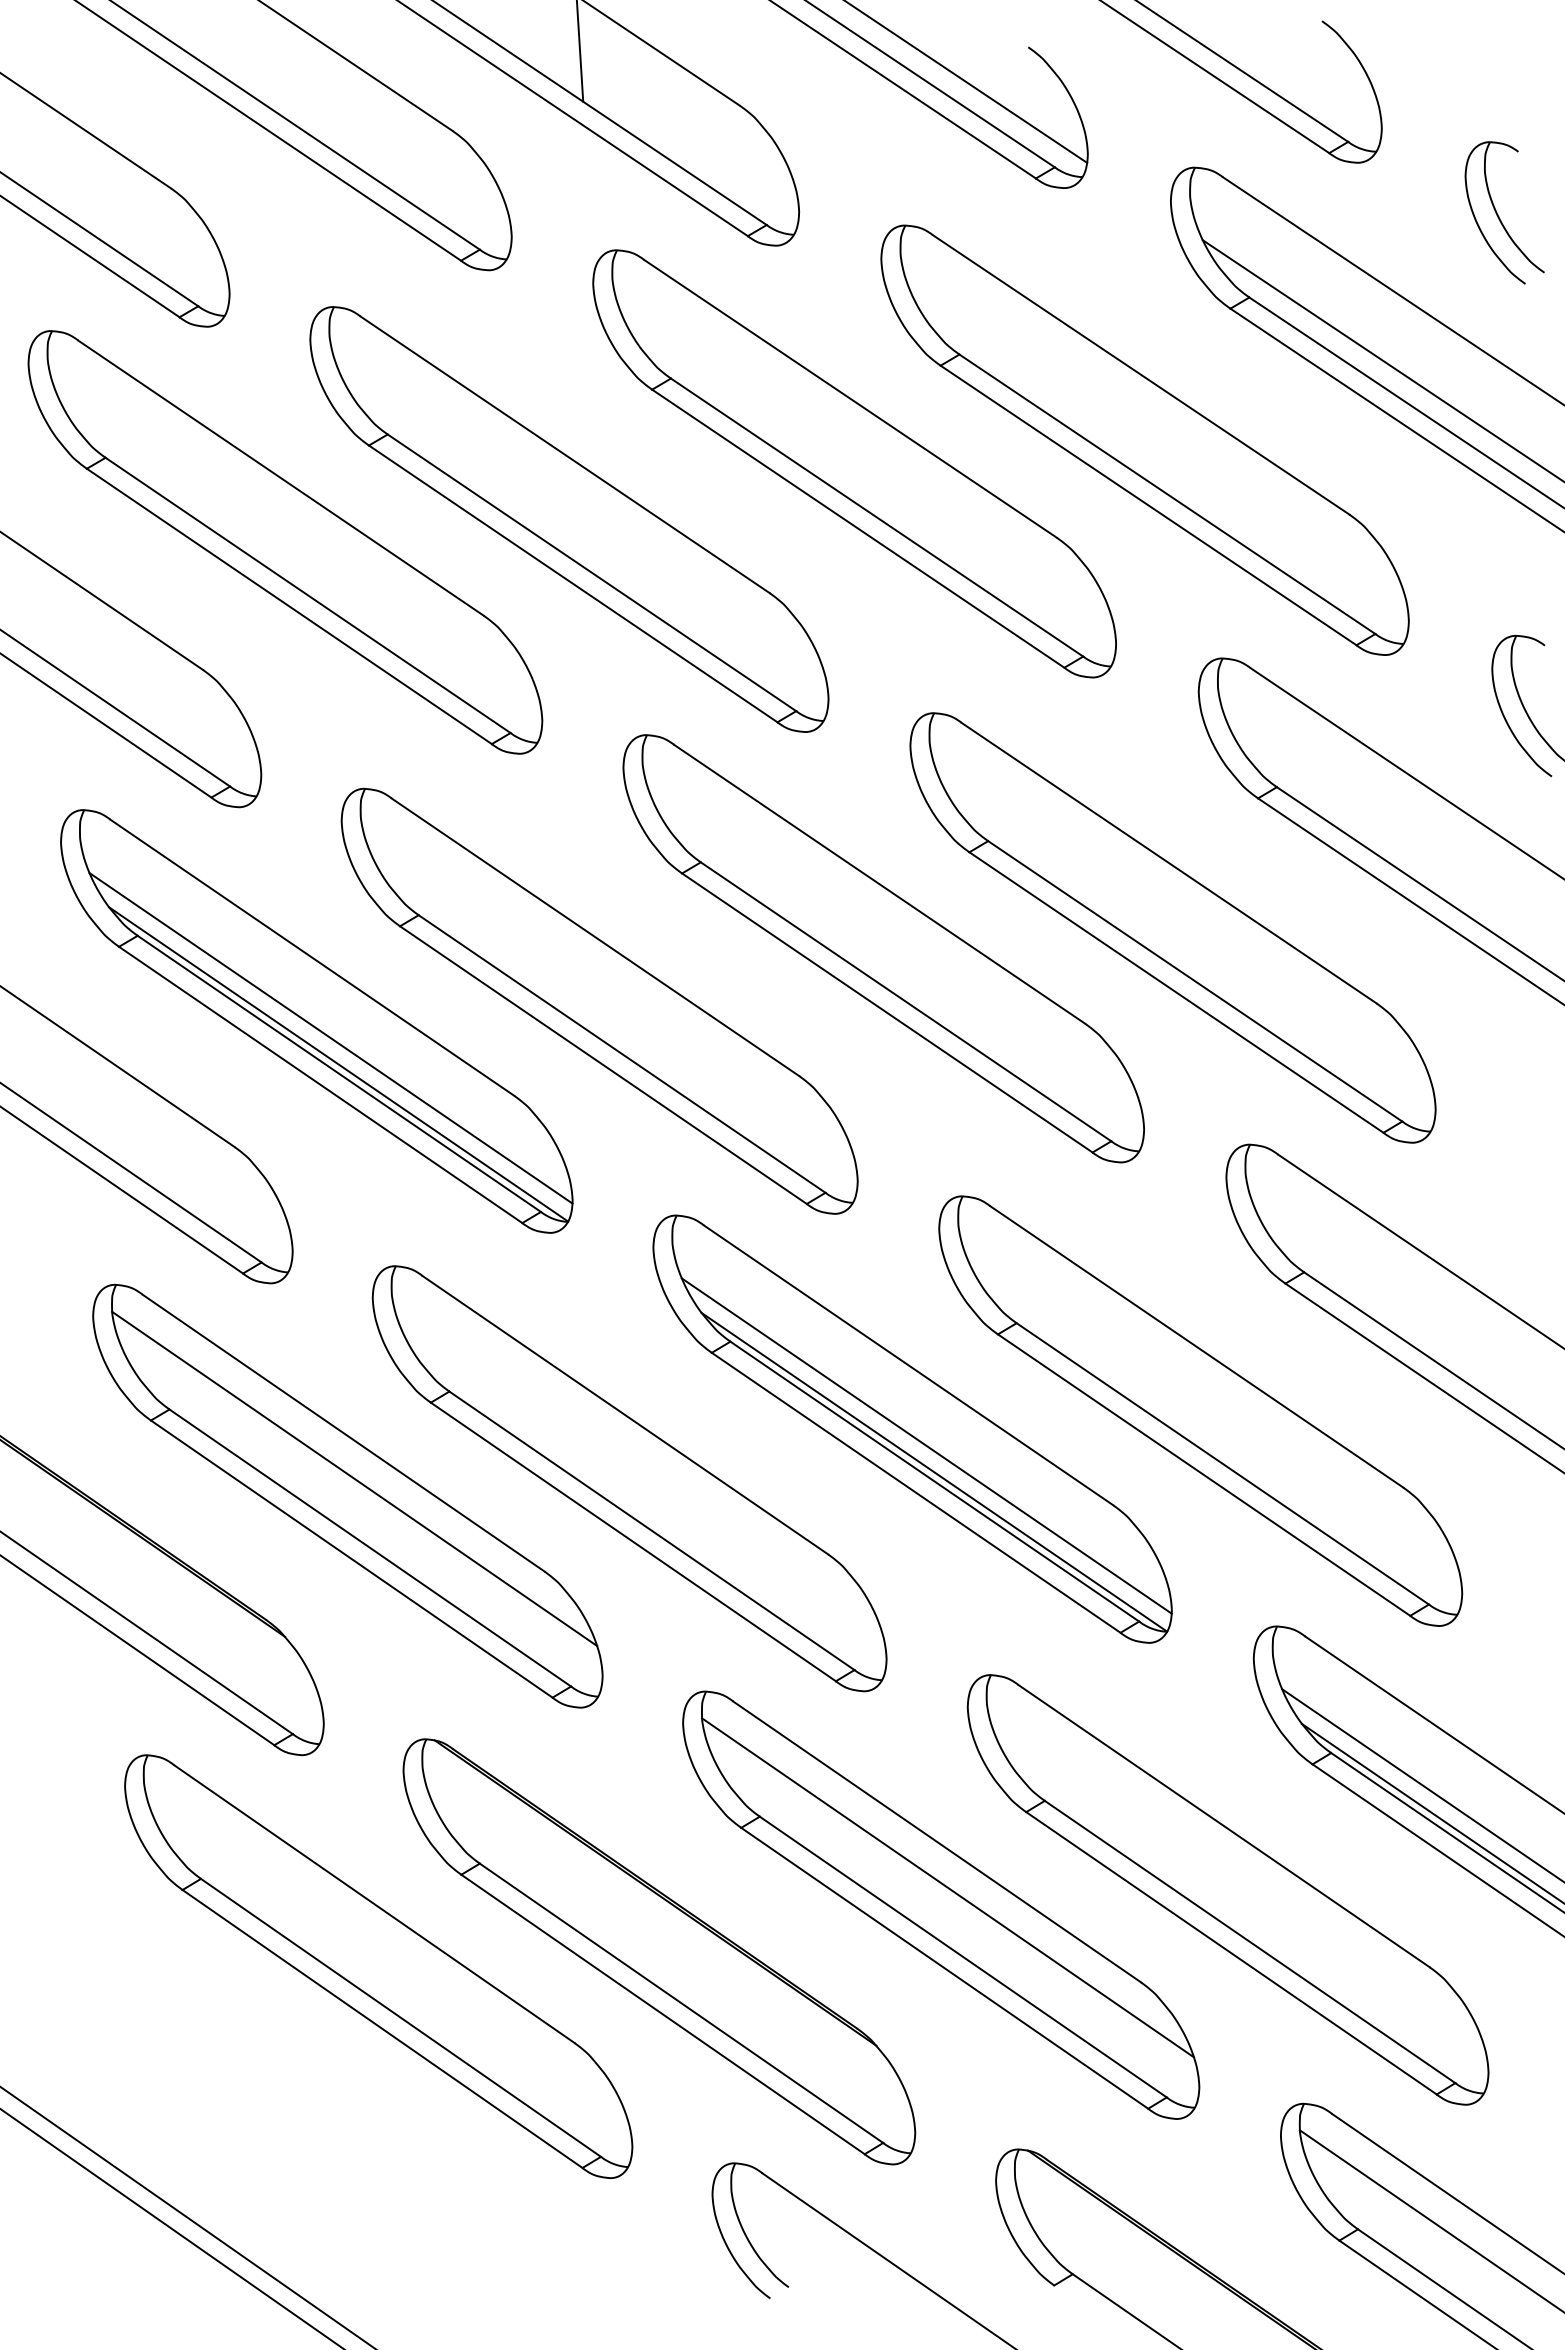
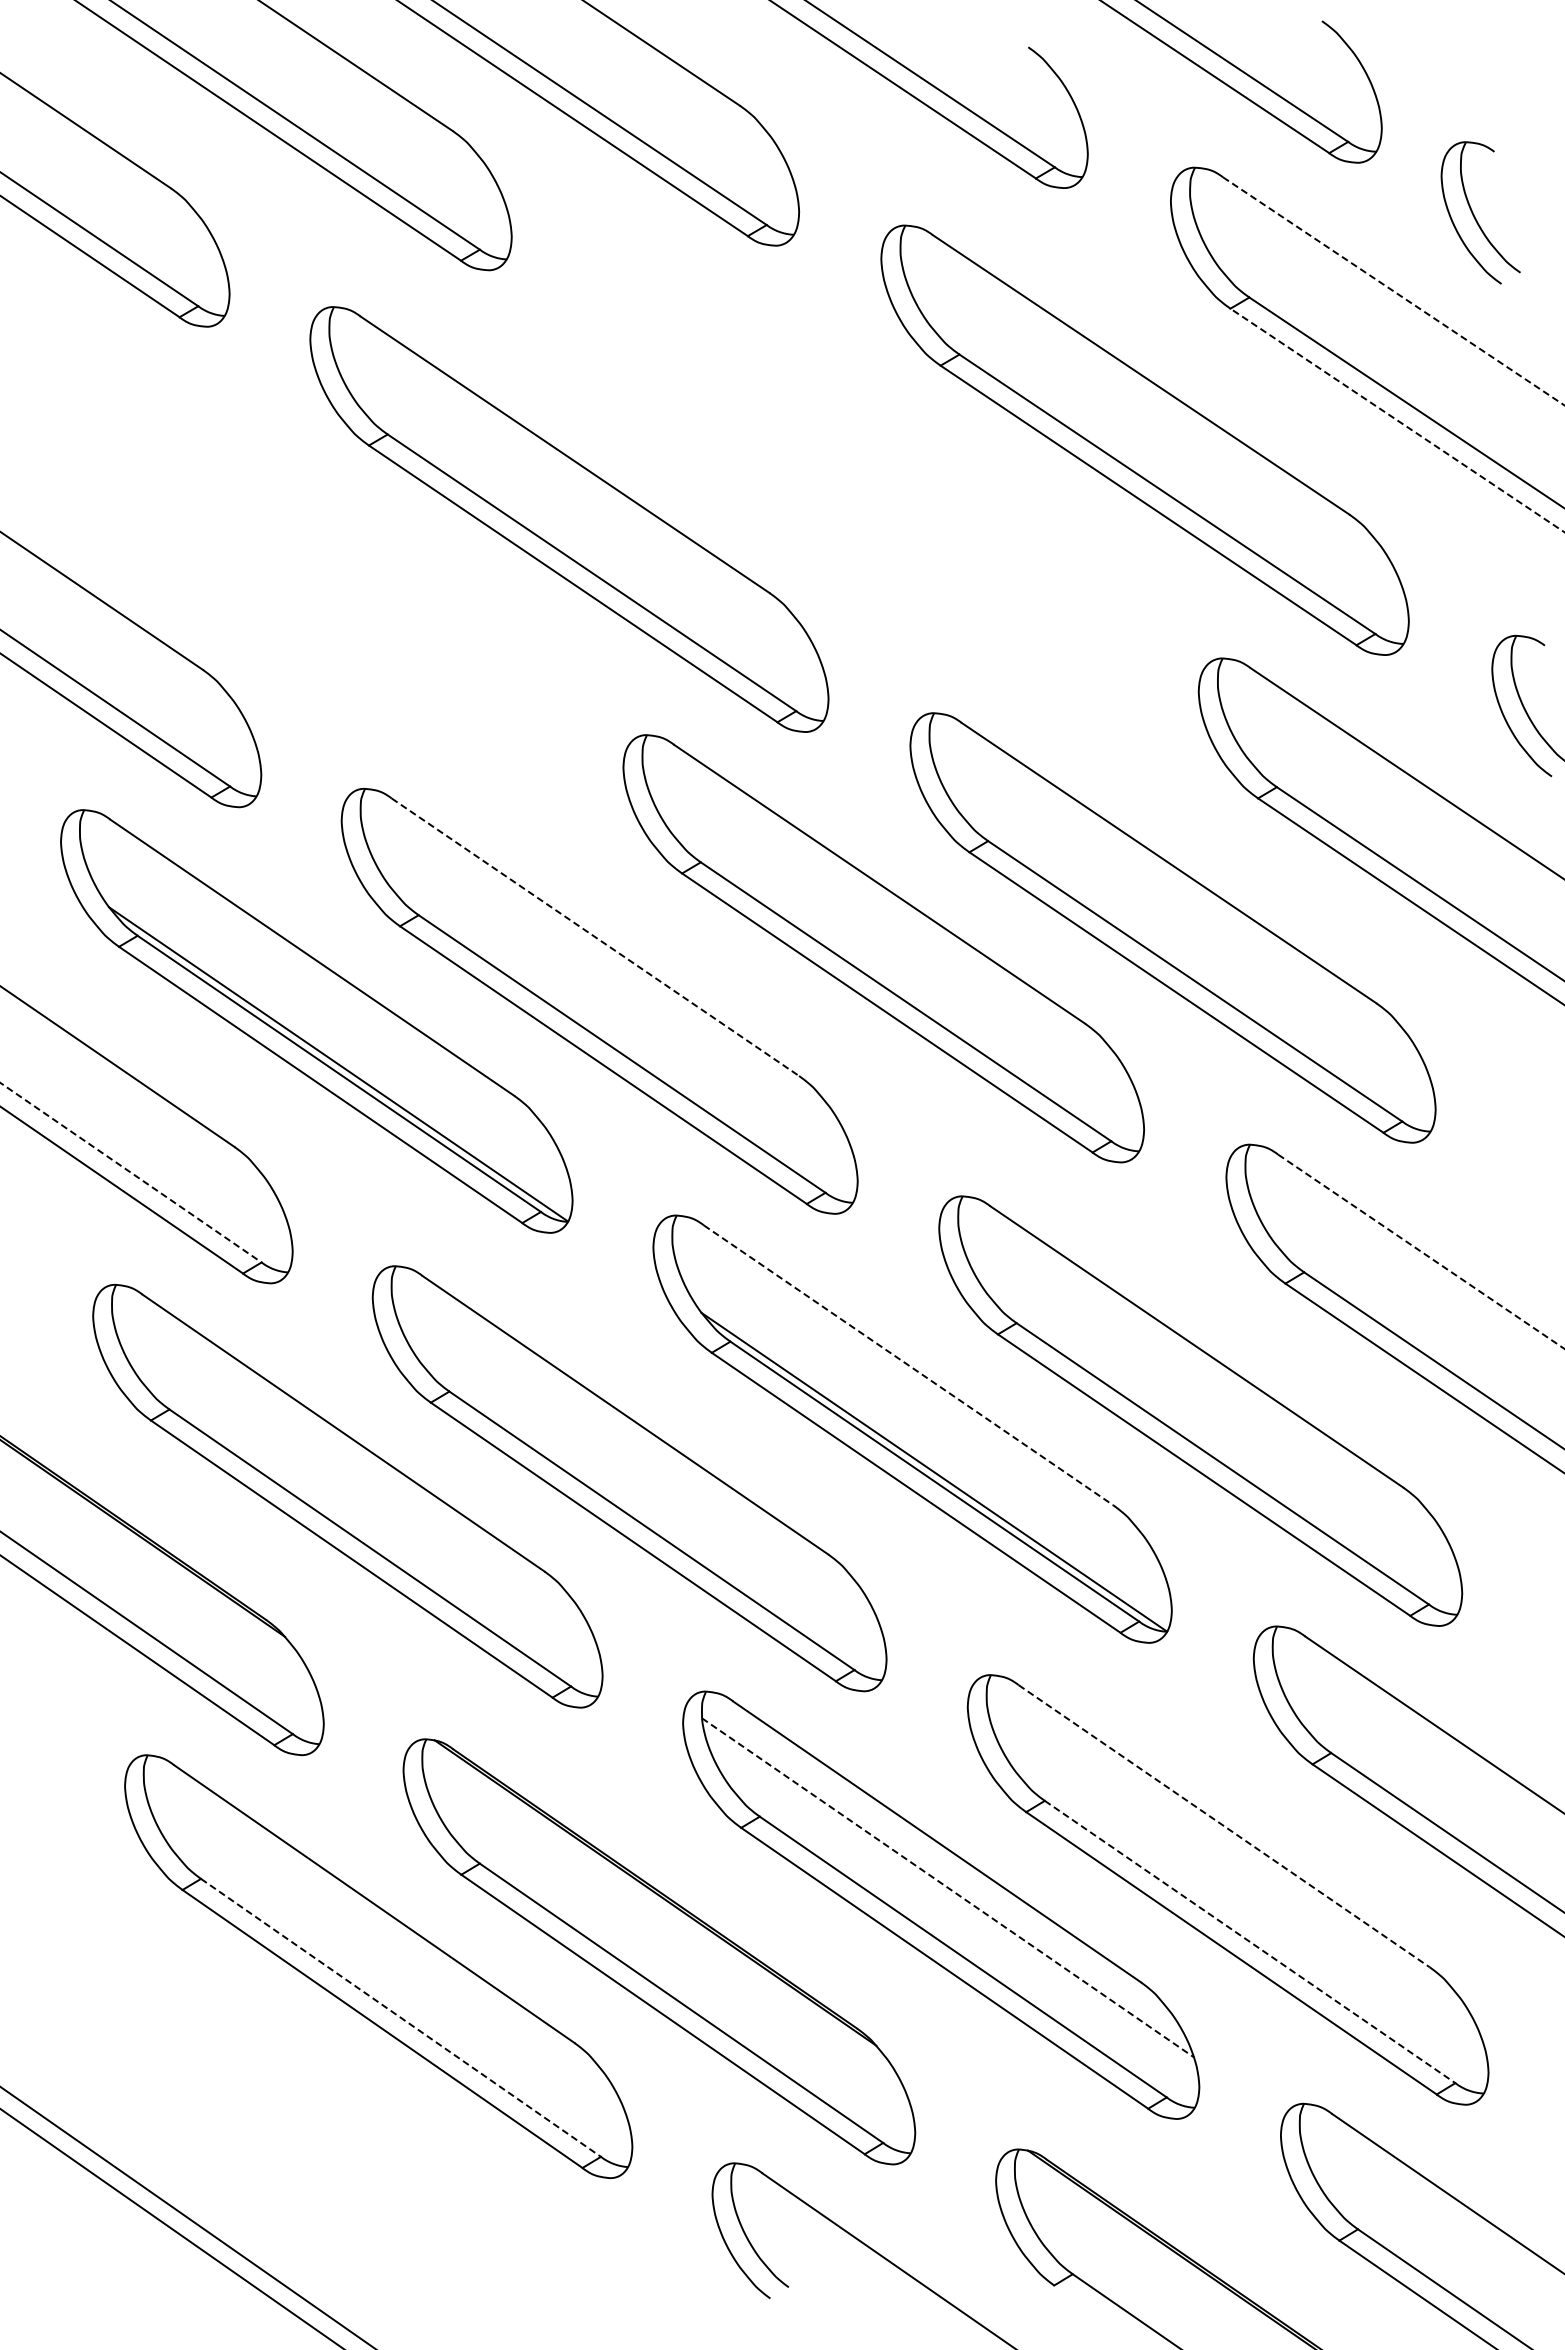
line at (580, 51): present -> none
line at (966, 82): present -> none
part at (1498, 214) position: (1498, 214) -> (1474, 214)
line at (1394, 291): solid -> dashed
line at (1381, 360): present -> none
line at (1397, 420): solid -> dashed
part at (854, 463): present -> none
part at (285, 542): present -> none
line at (595, 937): solid -> dashed
line at (330, 1038): present -> none
line at (130, 1172): solid -> dashed
line at (1422, 1252): solid -> dashed
line at (908, 1365): solid -> dashed
line at (926, 1445): present -> none
line at (354, 1478): present -> none
line at (1421, 1784): present -> none
line at (1431, 1812): present -> none
line at (1224, 1826): solid -> dashed
line at (948, 1887): solid -> dashed
line at (1250, 1942): solid -> dashed
line at (401, 2017): solid -> dashed
line at (1430, 2220): present -> none
